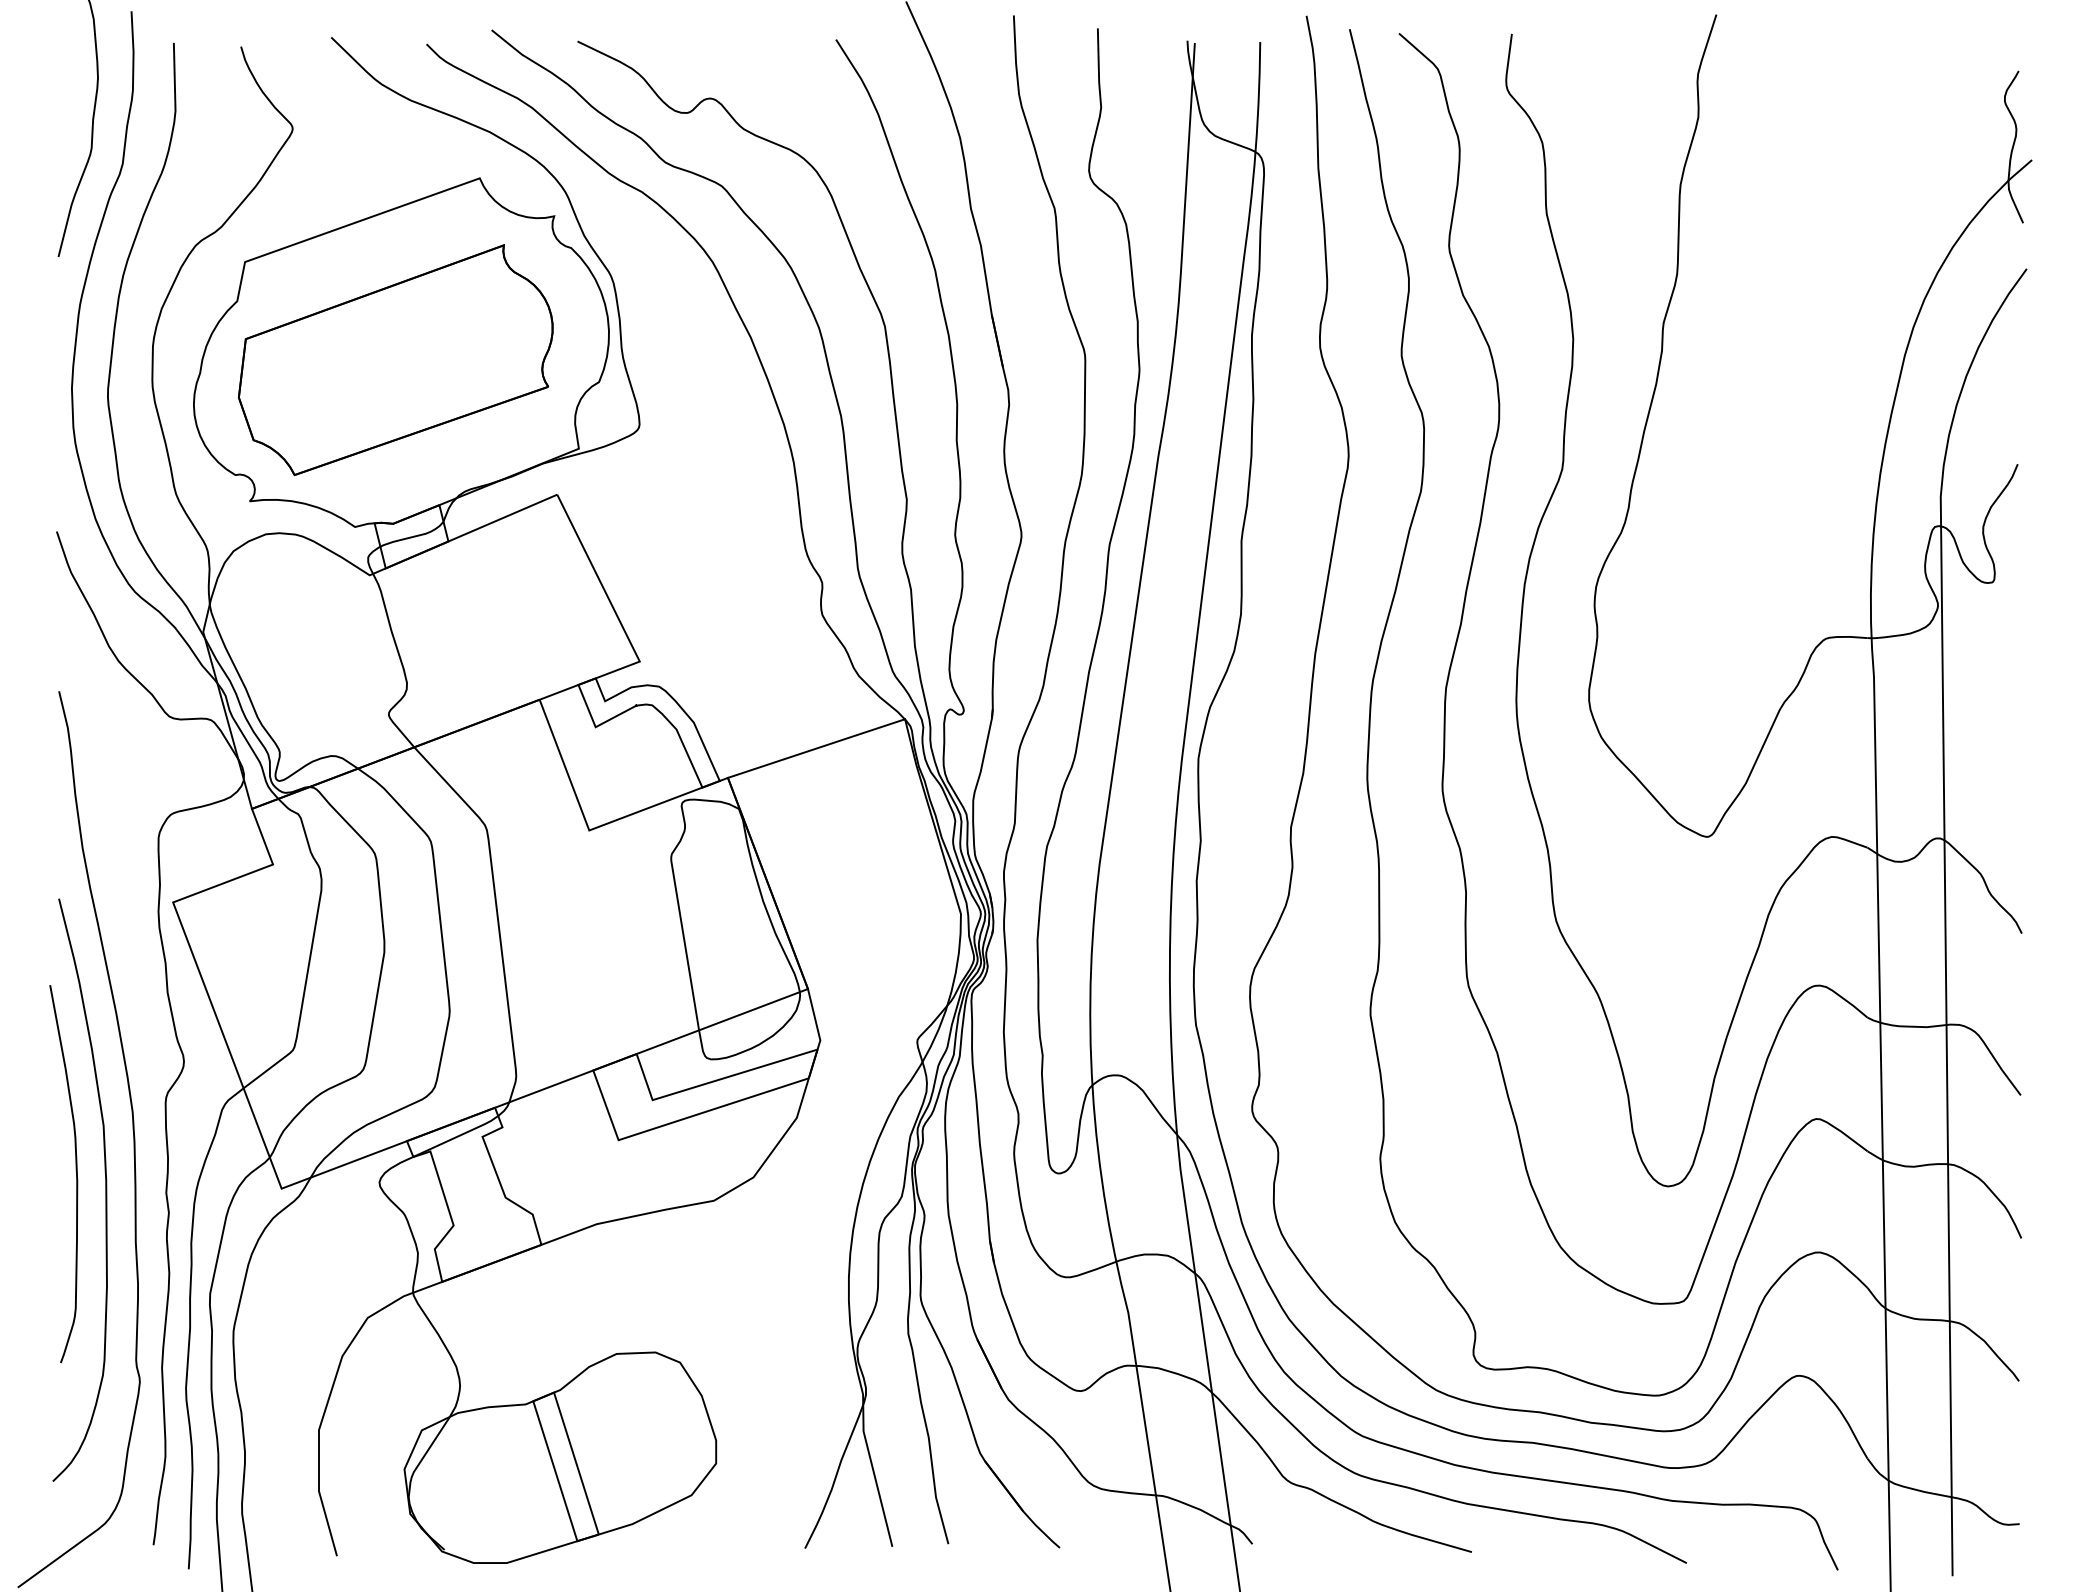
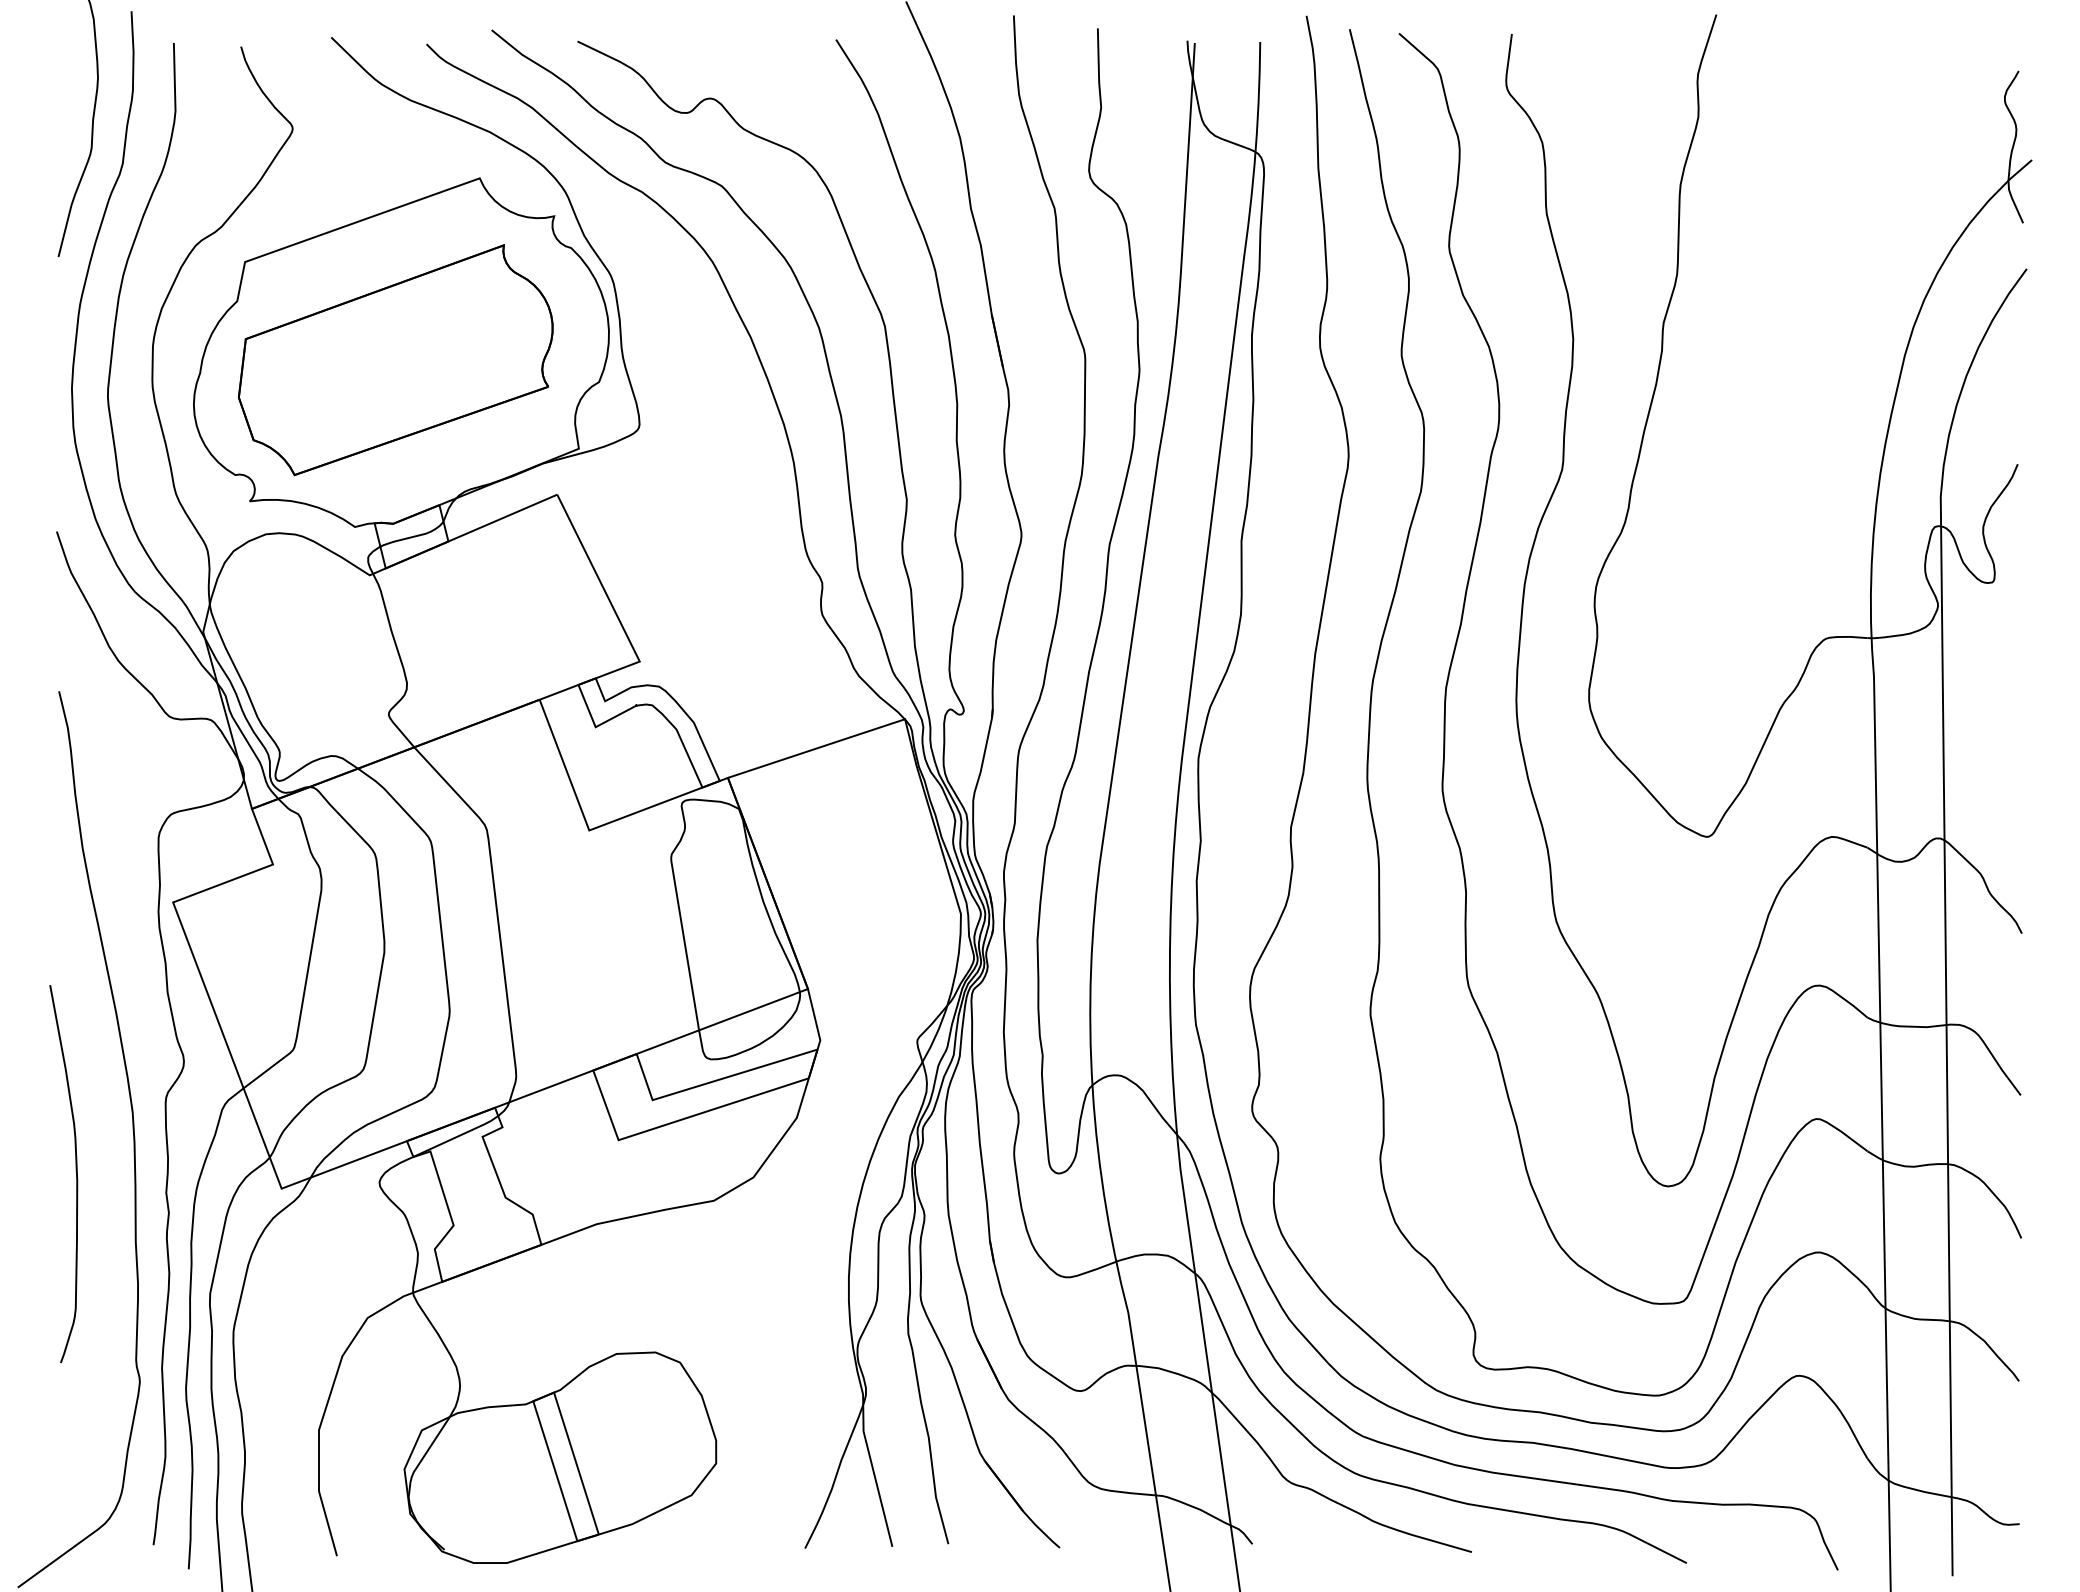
curve at (105, 1189): present -> none
